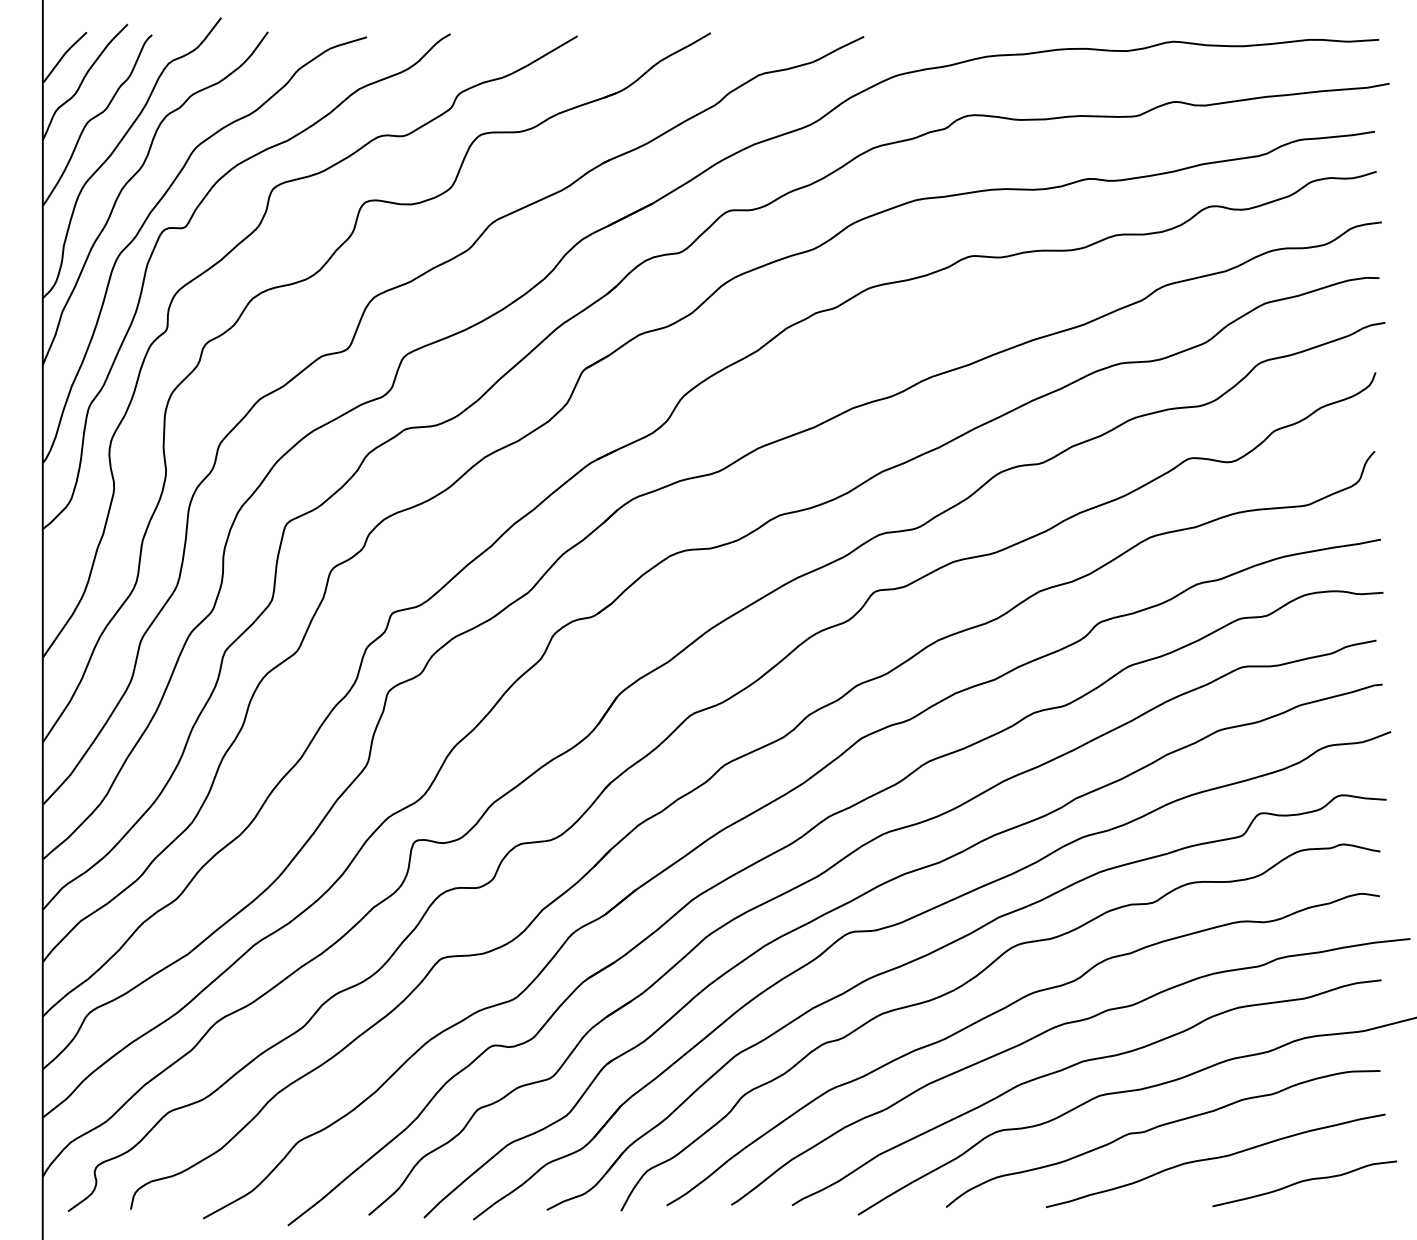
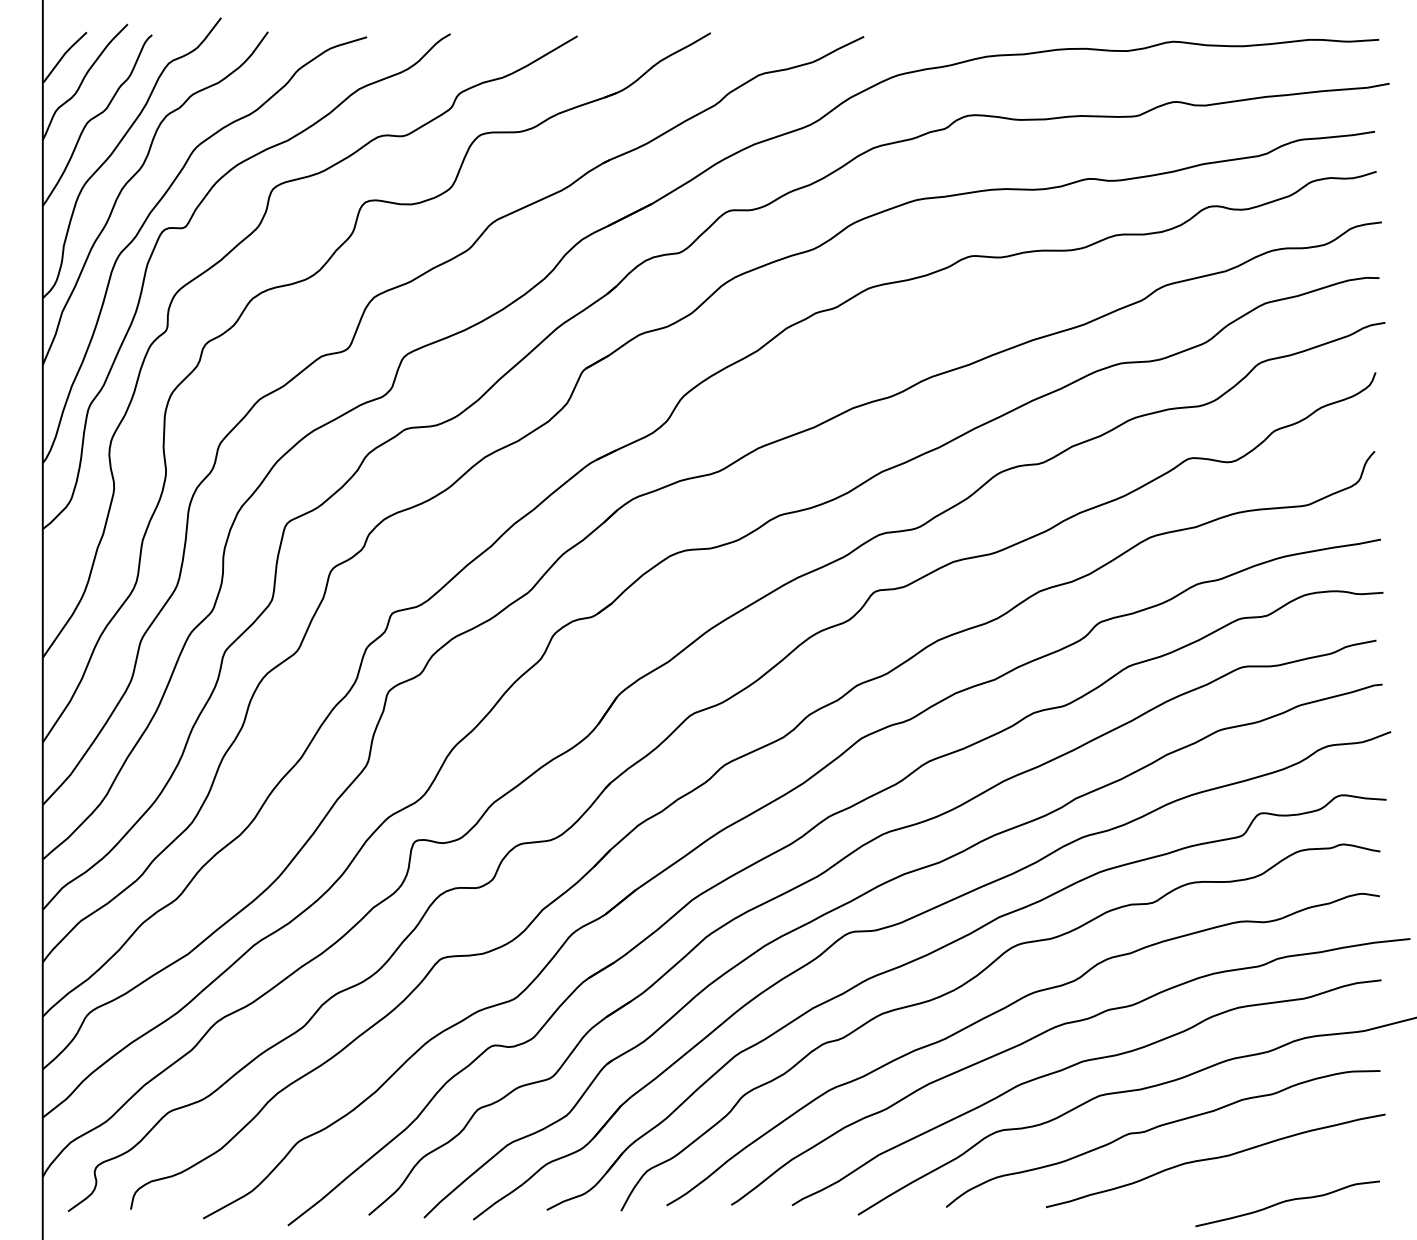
curve at (1304, 1181) position: (1304, 1181) -> (1287, 1201)
